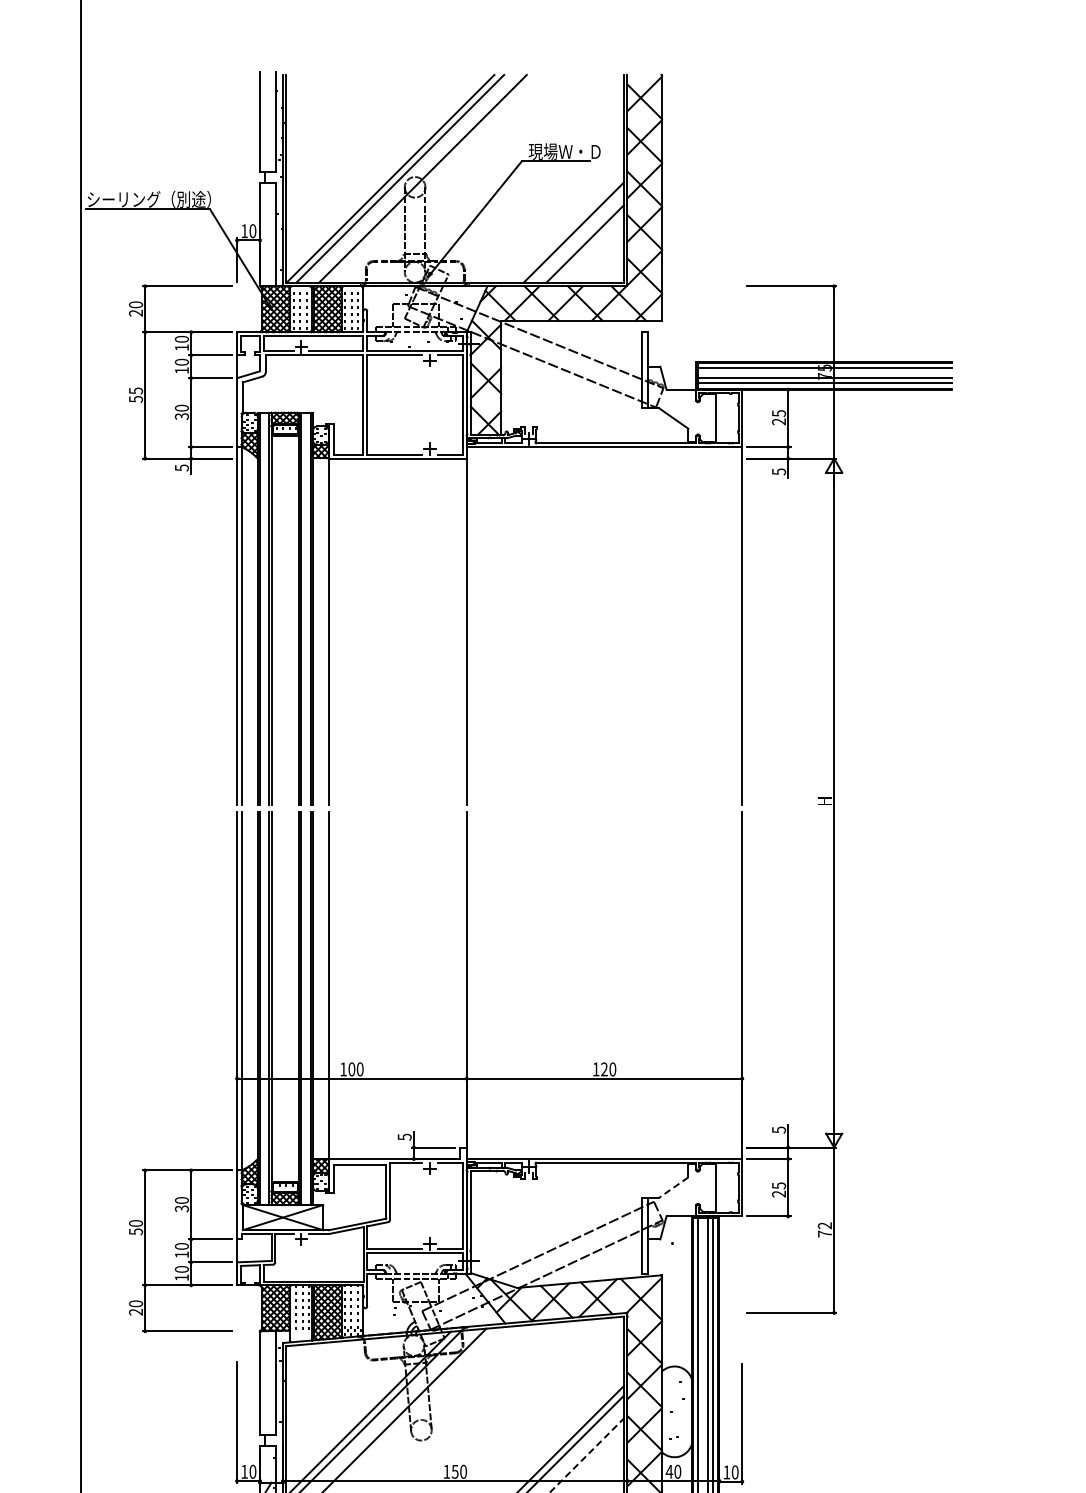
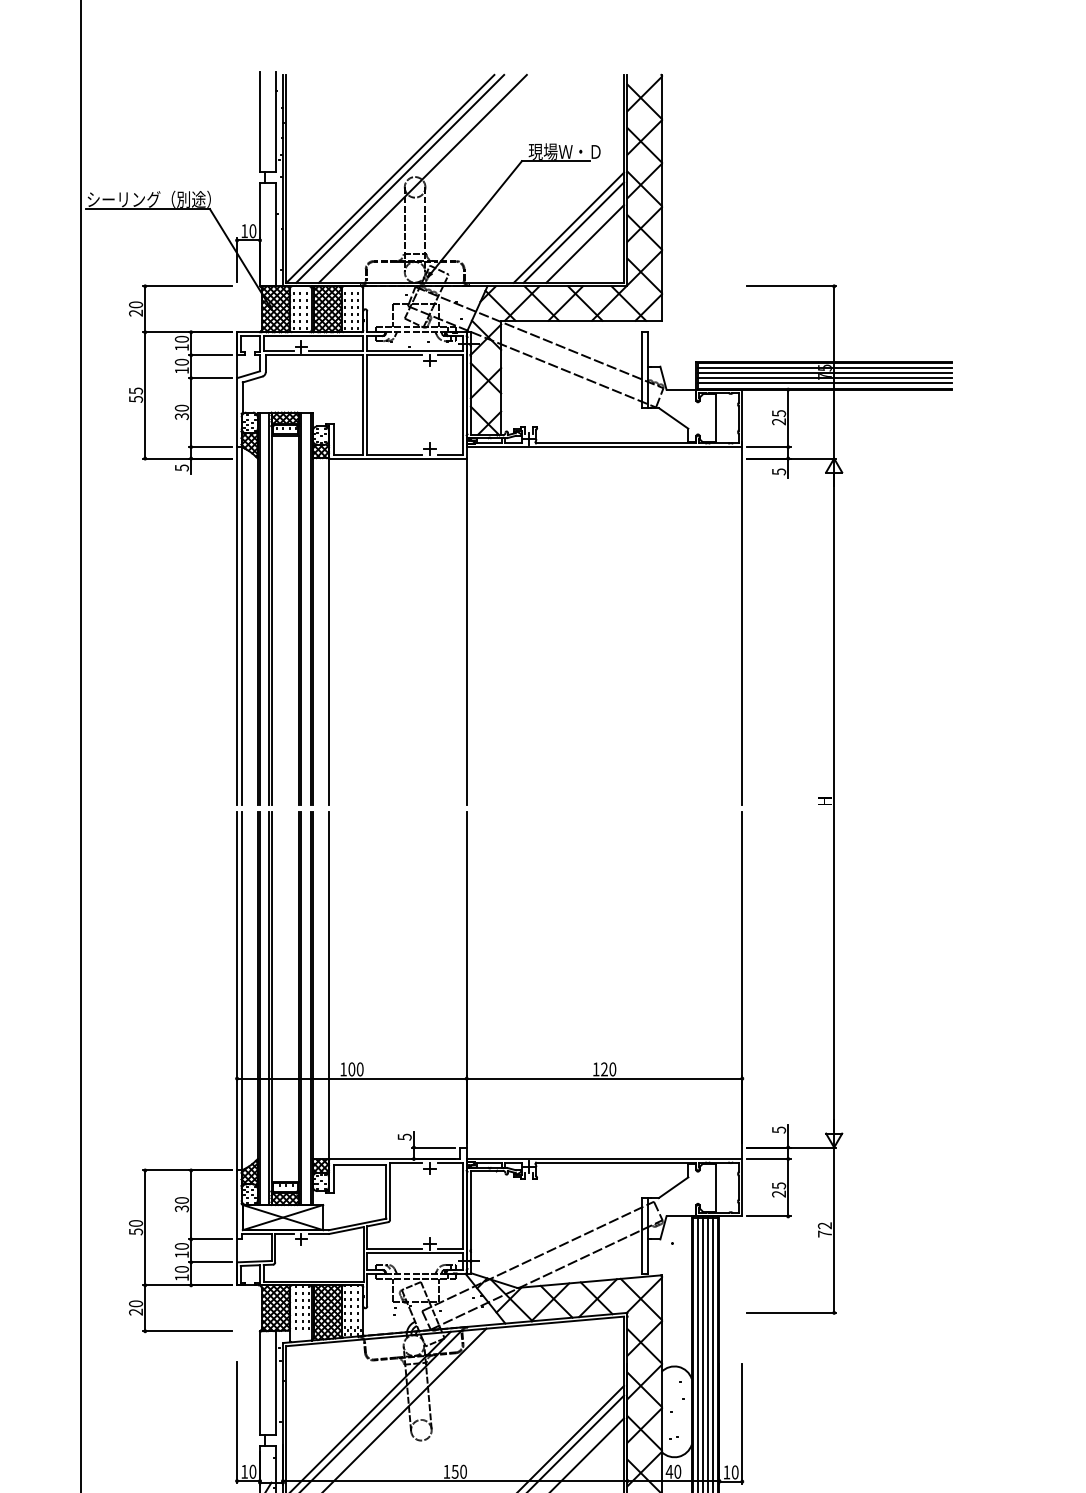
line at (568, 227): none -> present
line at (824, 373): none -> present
line at (673, 1188): dashed -> solid
line at (703, 1353): none -> present
line at (587, 1455): dashed -> solid
